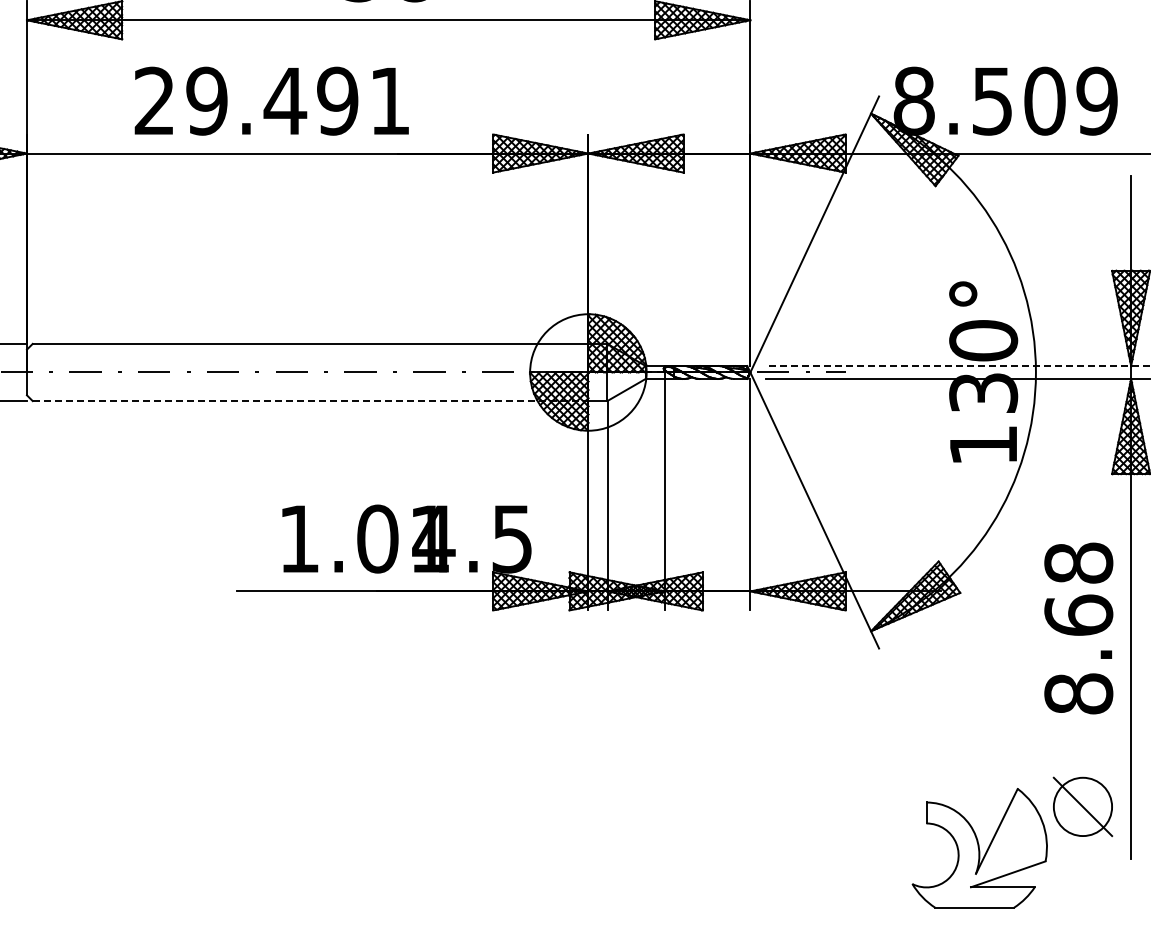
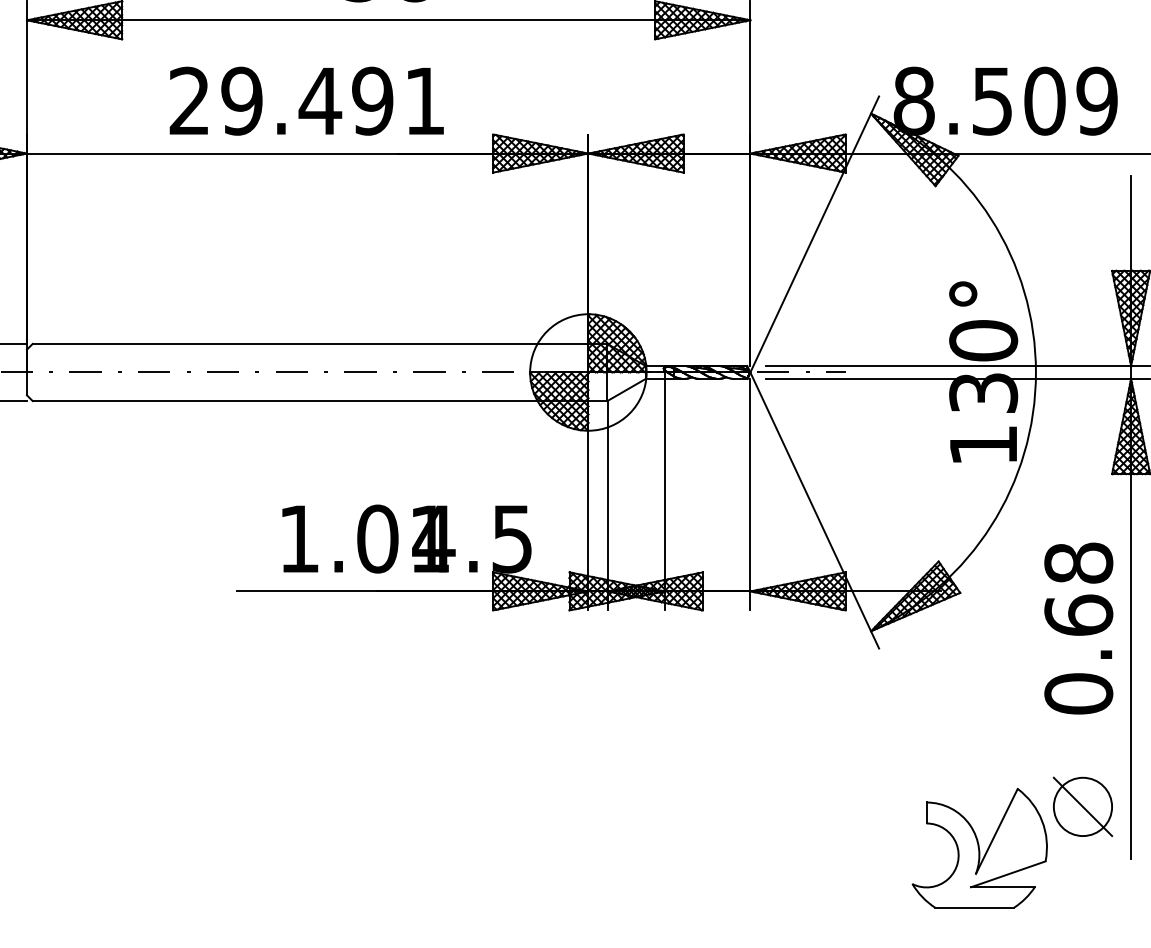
text at (271, 100) position: (271, 100) -> (306, 100)
line at (958, 366): dashed -> solid
line at (310, 401): dashed -> solid
text at (1078, 693): 8.68 -> 0.68
